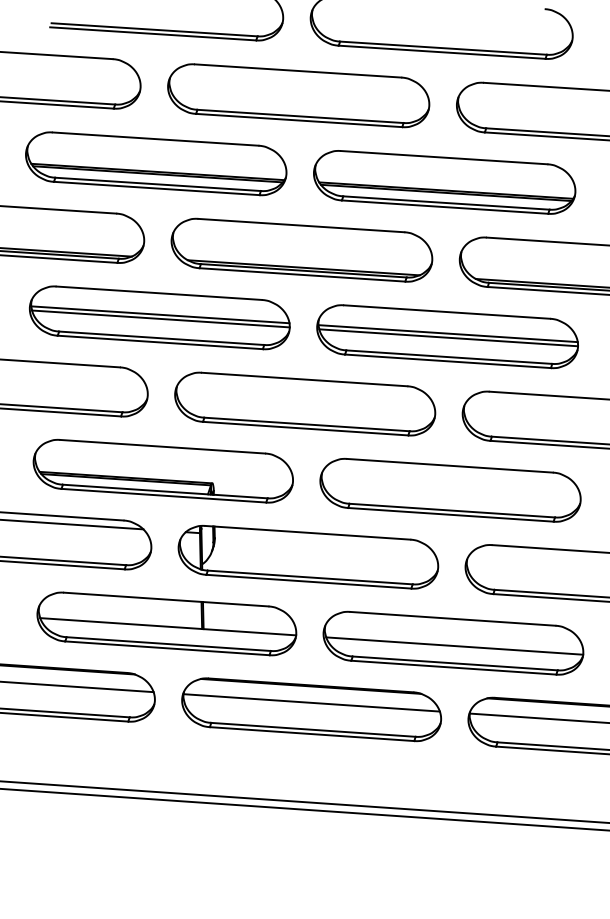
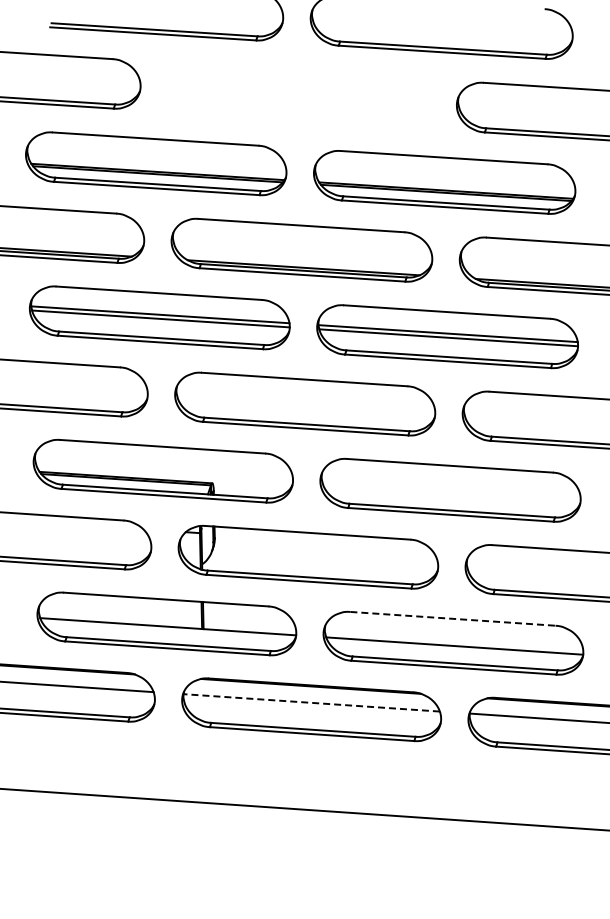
part at (298, 95): present -> none
line at (72, 524): present -> none
line at (452, 618): solid -> dashed
line at (311, 702): solid -> dashed
line at (304, 801): present -> none
